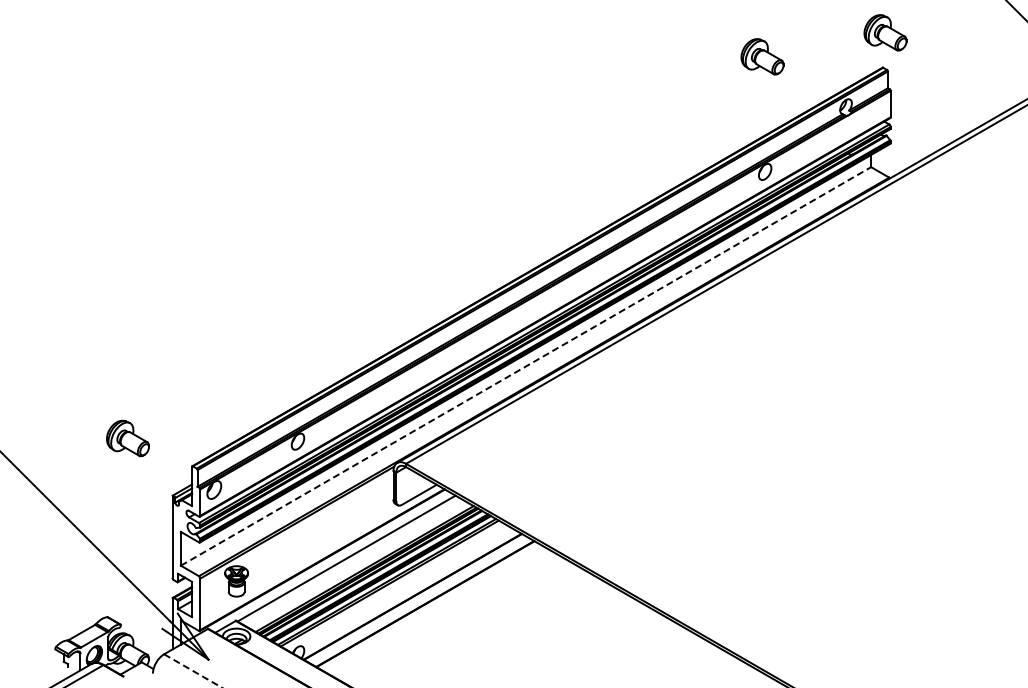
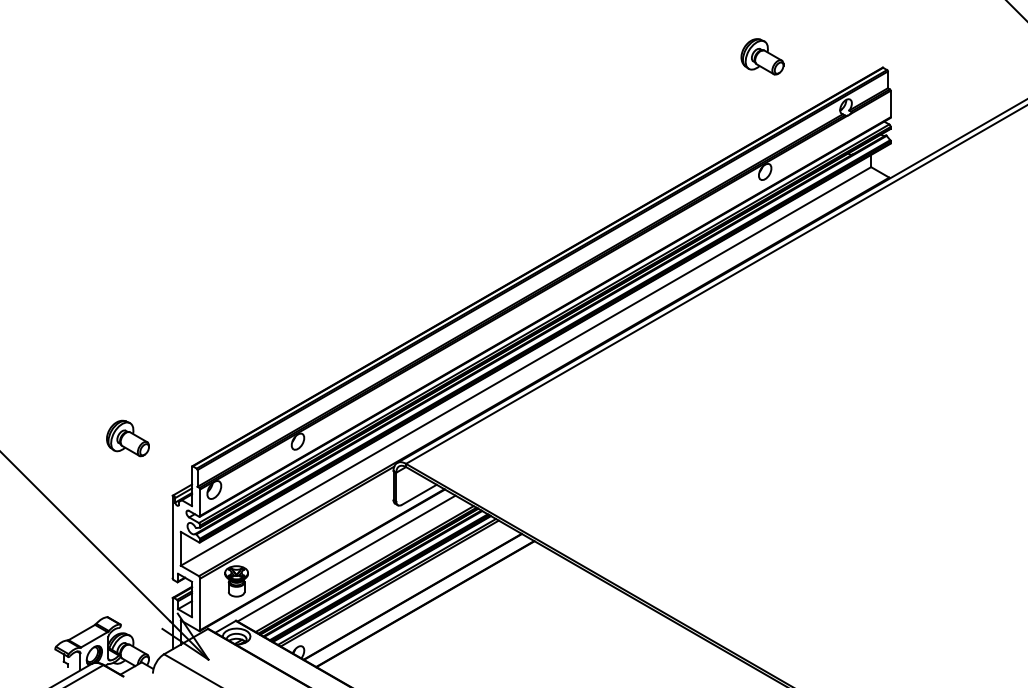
part at (885, 32): present -> none
line at (526, 366): dashed -> solid
line at (193, 671): dashed -> solid
